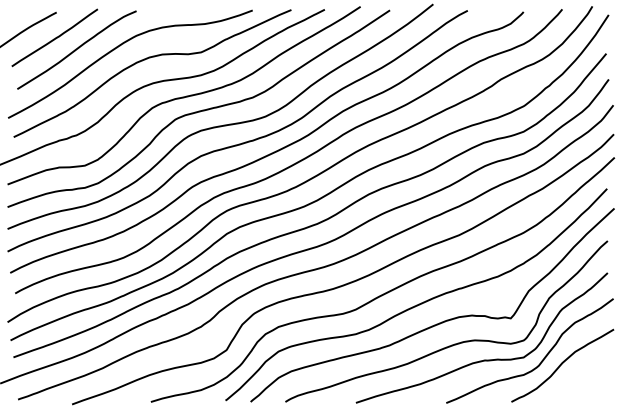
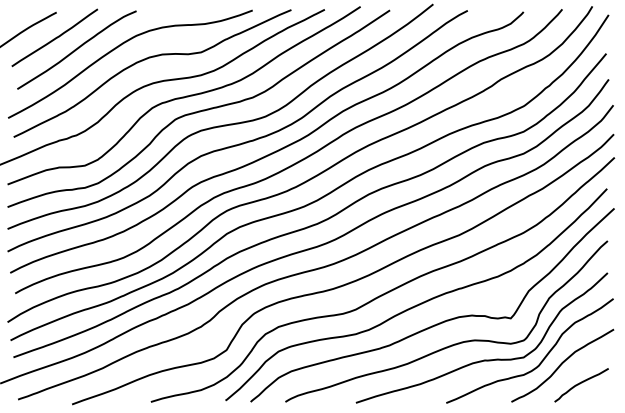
curve at (580, 384): none -> present
